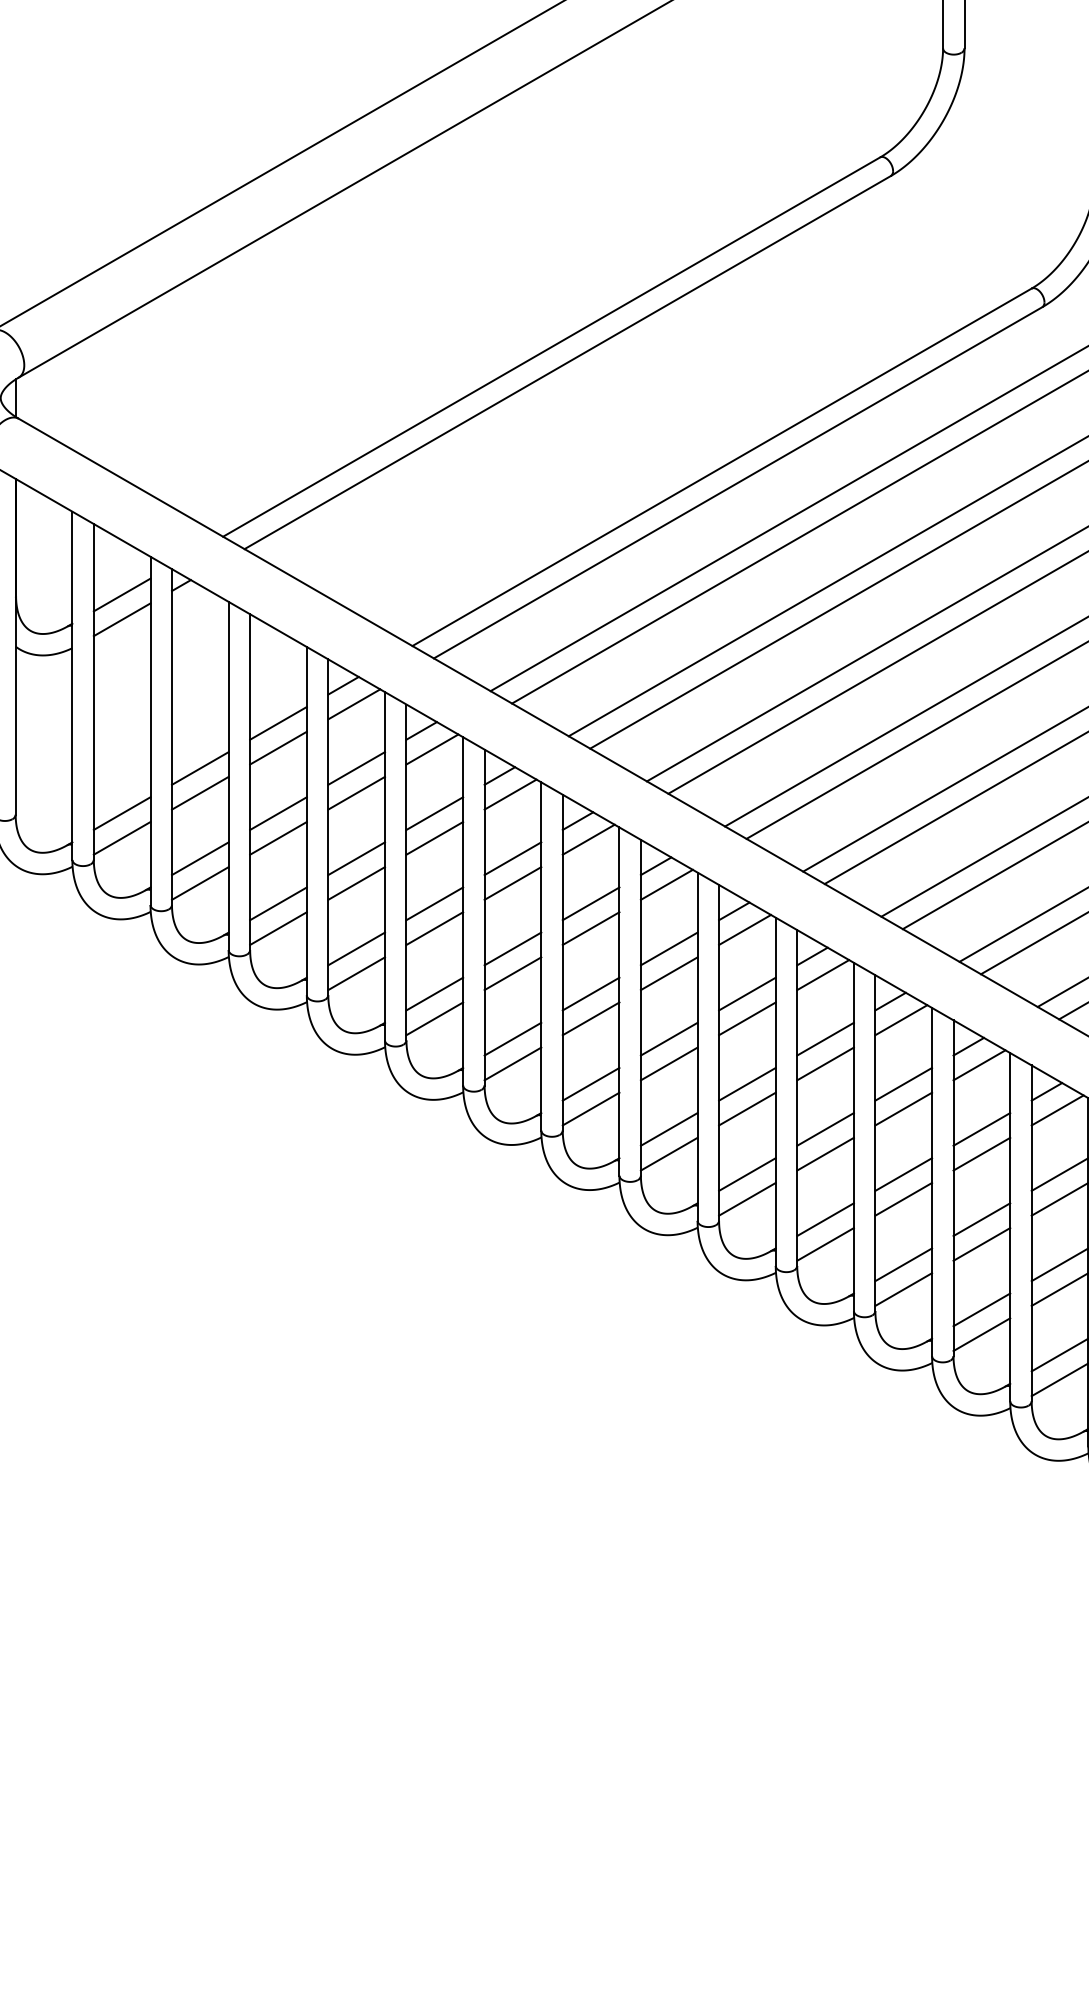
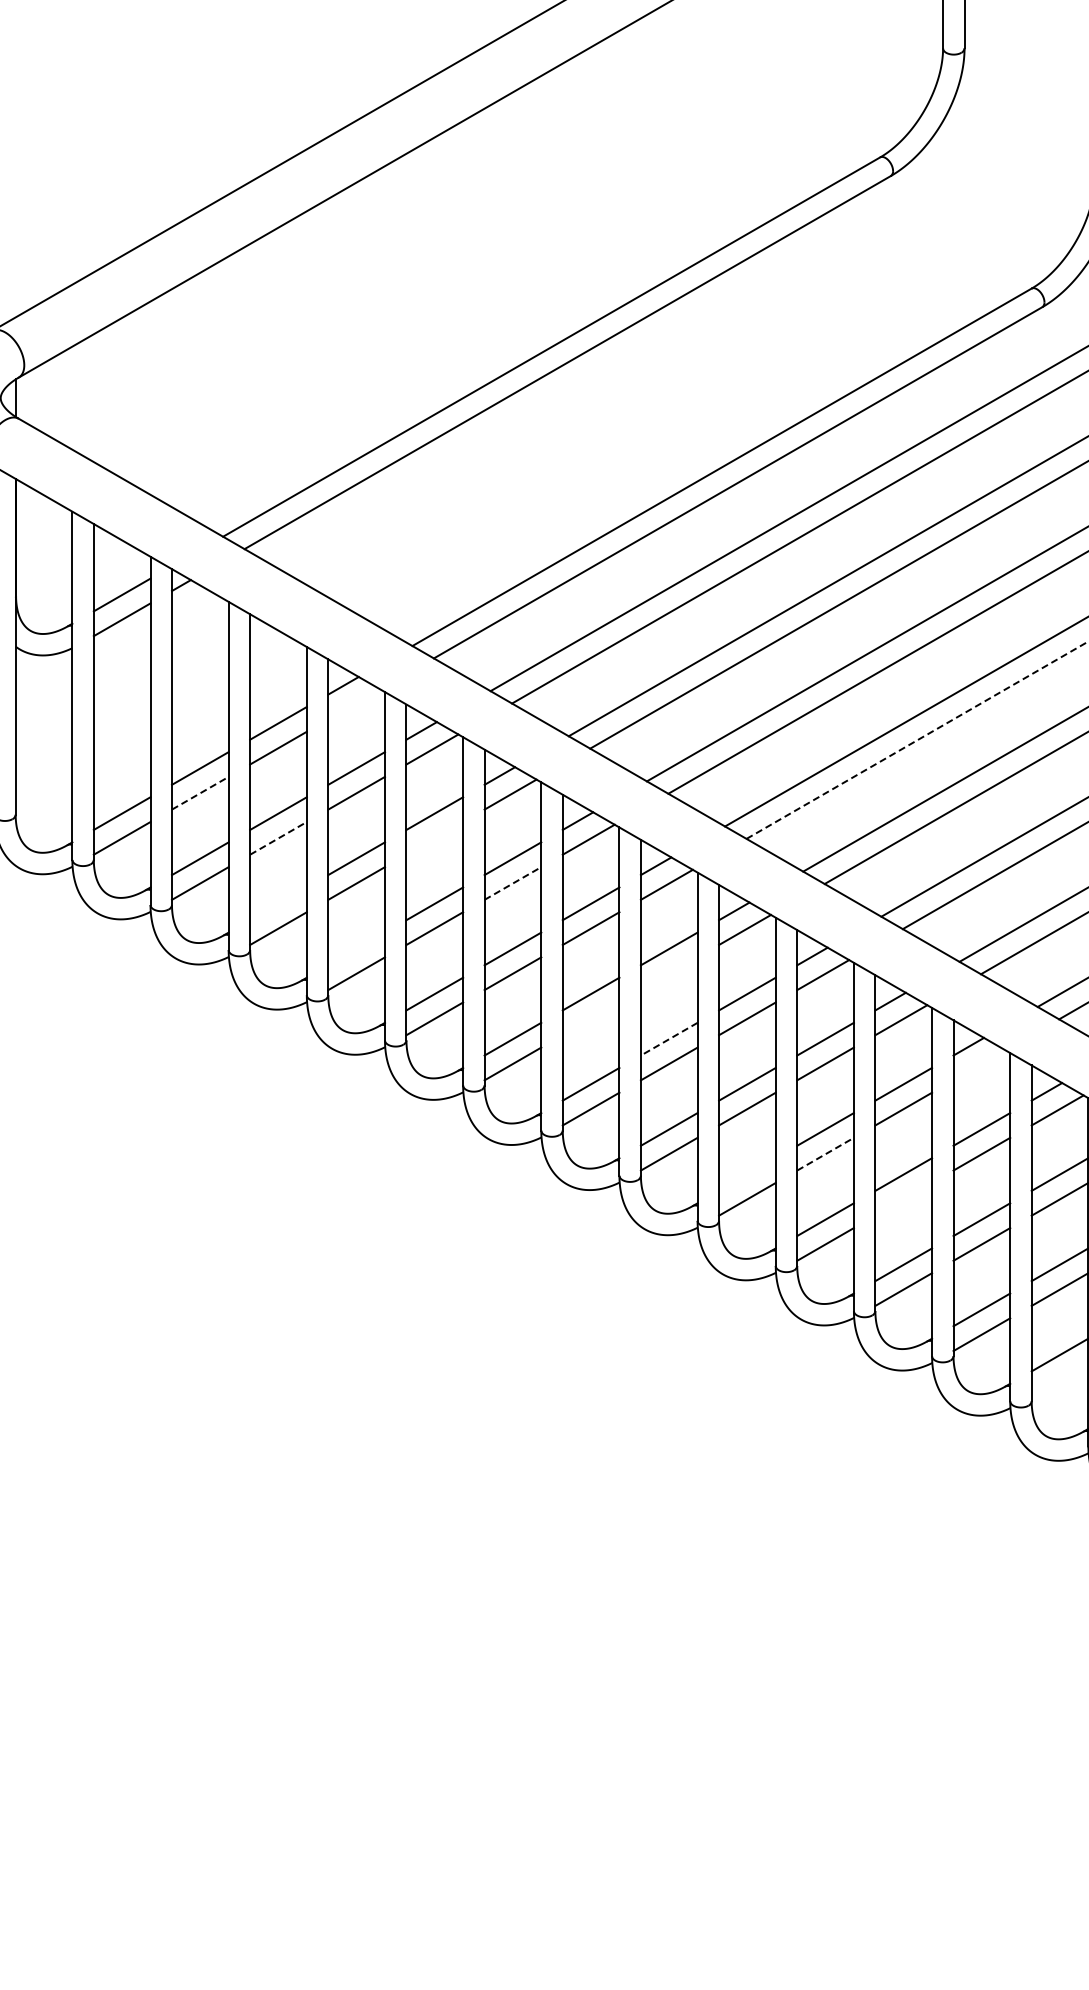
line at (354, 704): present -> none
line at (917, 739): solid -> dashed
line at (200, 793): solid -> dashed
line at (278, 838): solid -> dashed
line at (434, 838): present -> none
line at (512, 883): solid -> dashed
line at (278, 903): present -> none
line at (356, 948): present -> none
line at (668, 973): present -> none
line at (590, 1018): present -> none
line at (669, 1039): solid -> dashed
line at (979, 1065): present -> none
line at (825, 1154): solid -> dashed
line at (747, 1174): present -> none
line at (903, 1198): present -> none
line at (1058, 1380): present -> none
